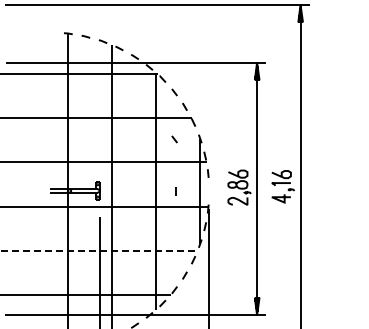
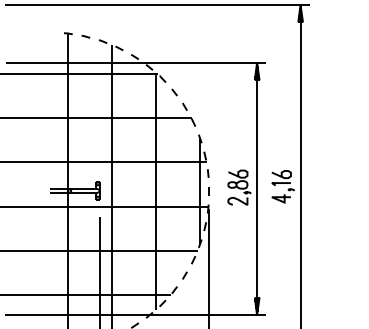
line at (174, 139): present -> none
line at (175, 191) position: (175, 191) -> (208, 191)
line at (99, 250): dashed -> solid
